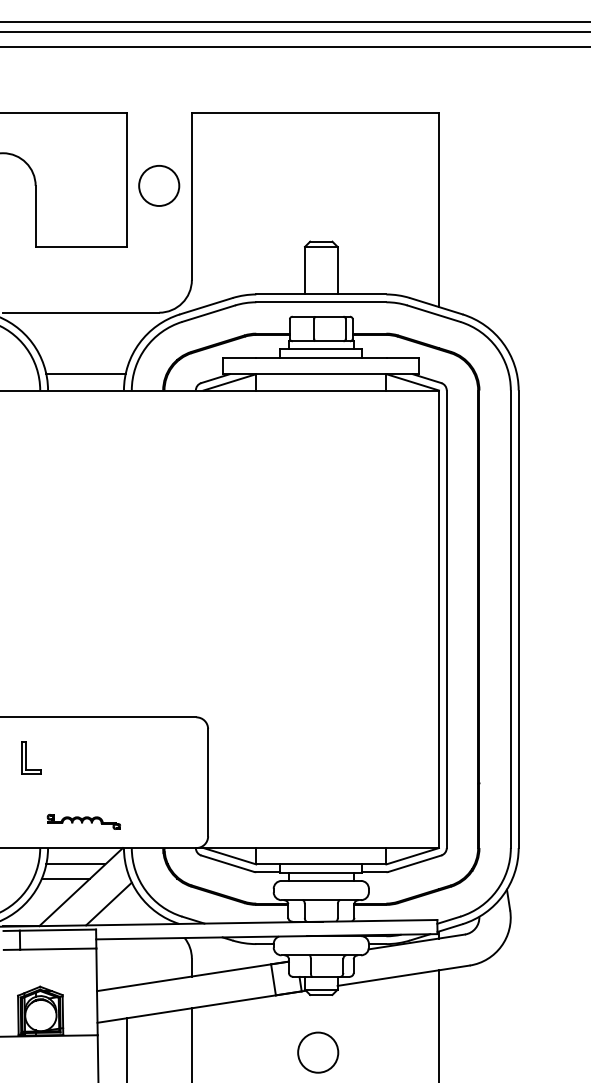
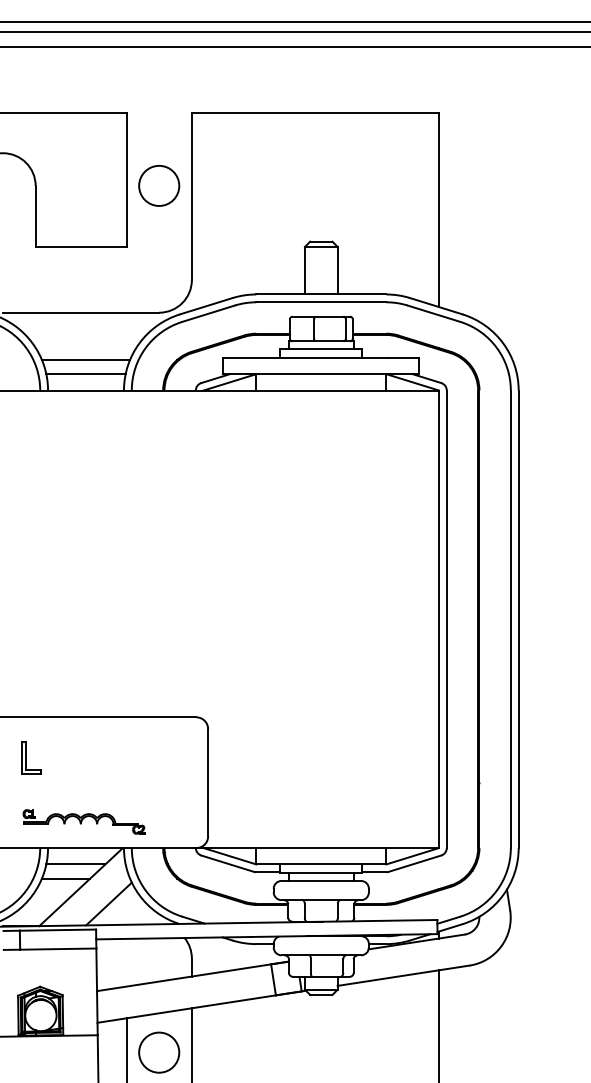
line at (85, 359): none -> present
part at (83, 821) size: 76x16 px -> 124x26 px
circle at (318, 1052) position: (318, 1052) -> (159, 1052)
